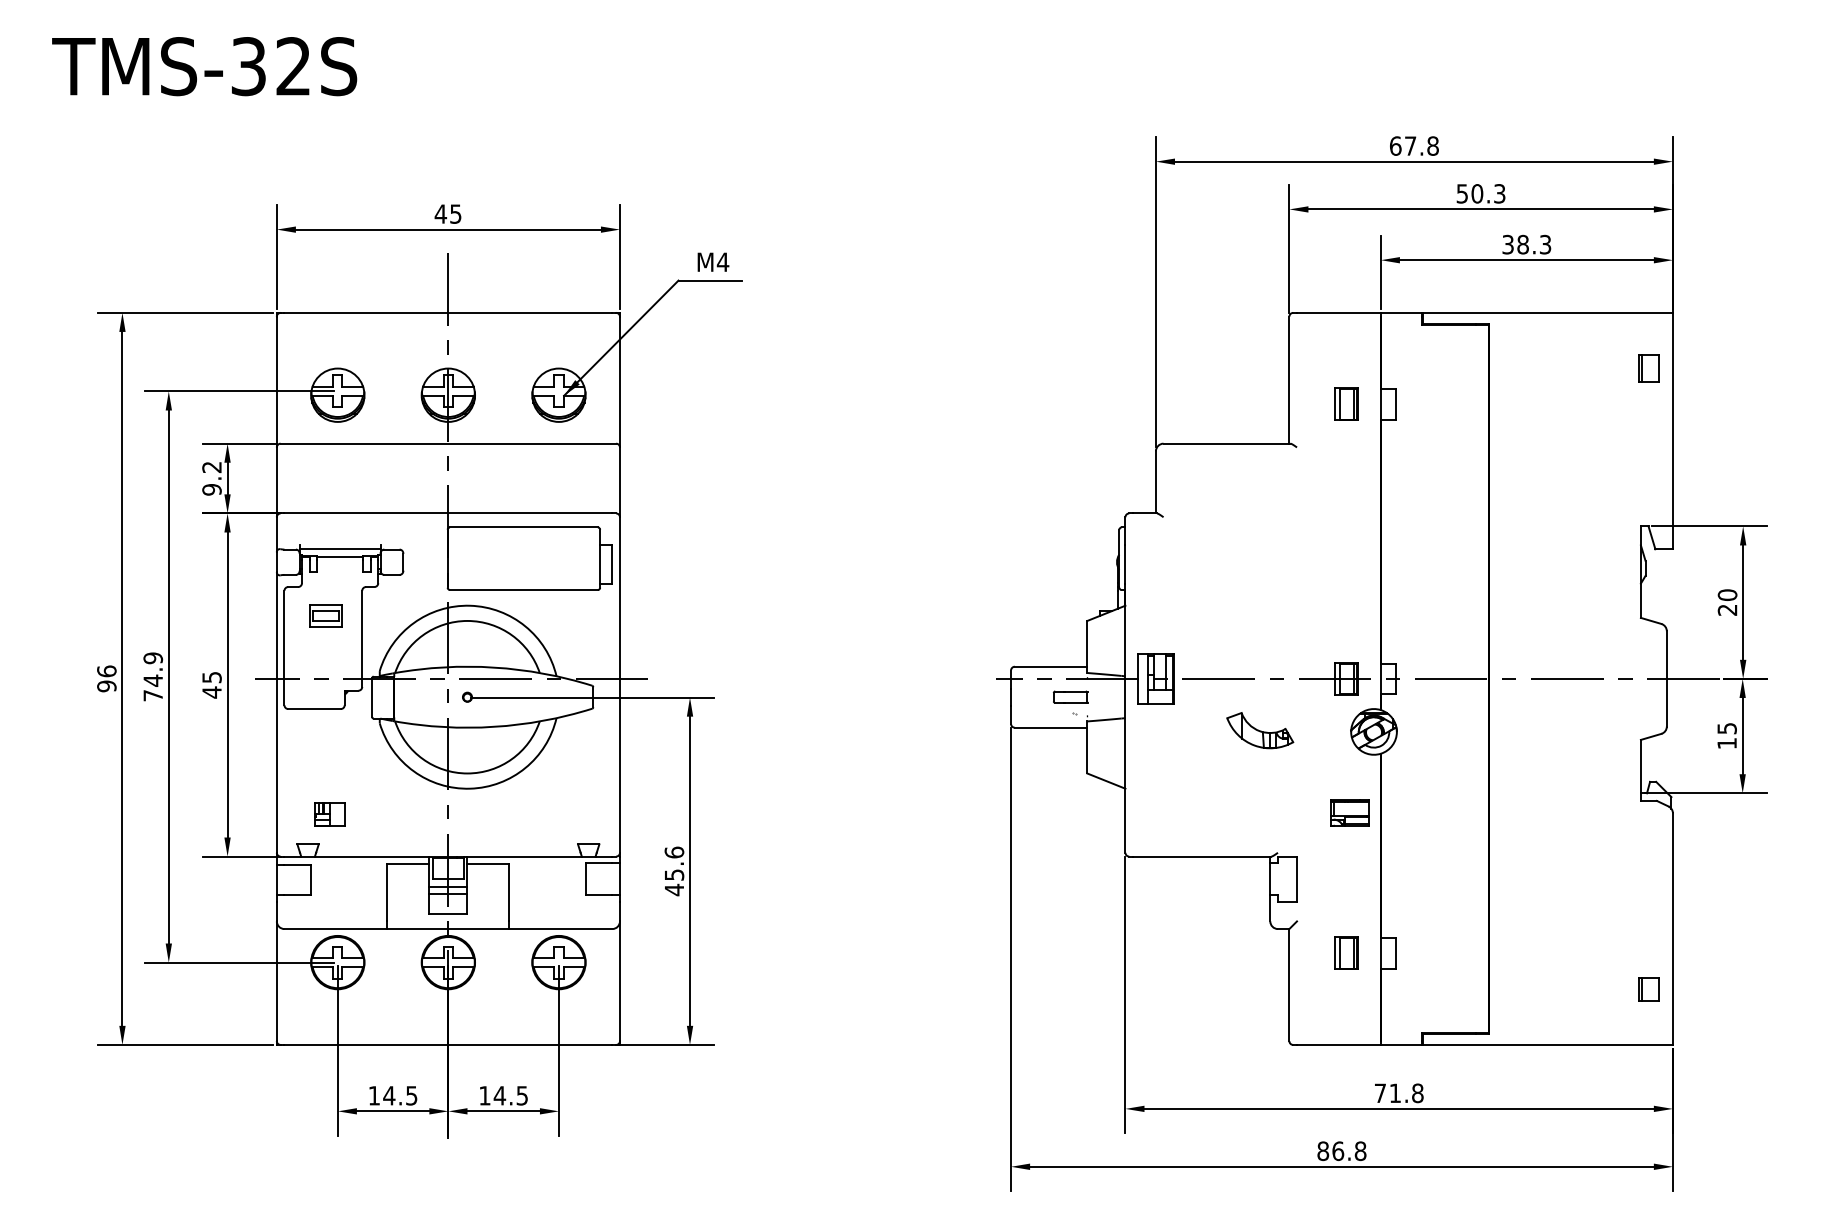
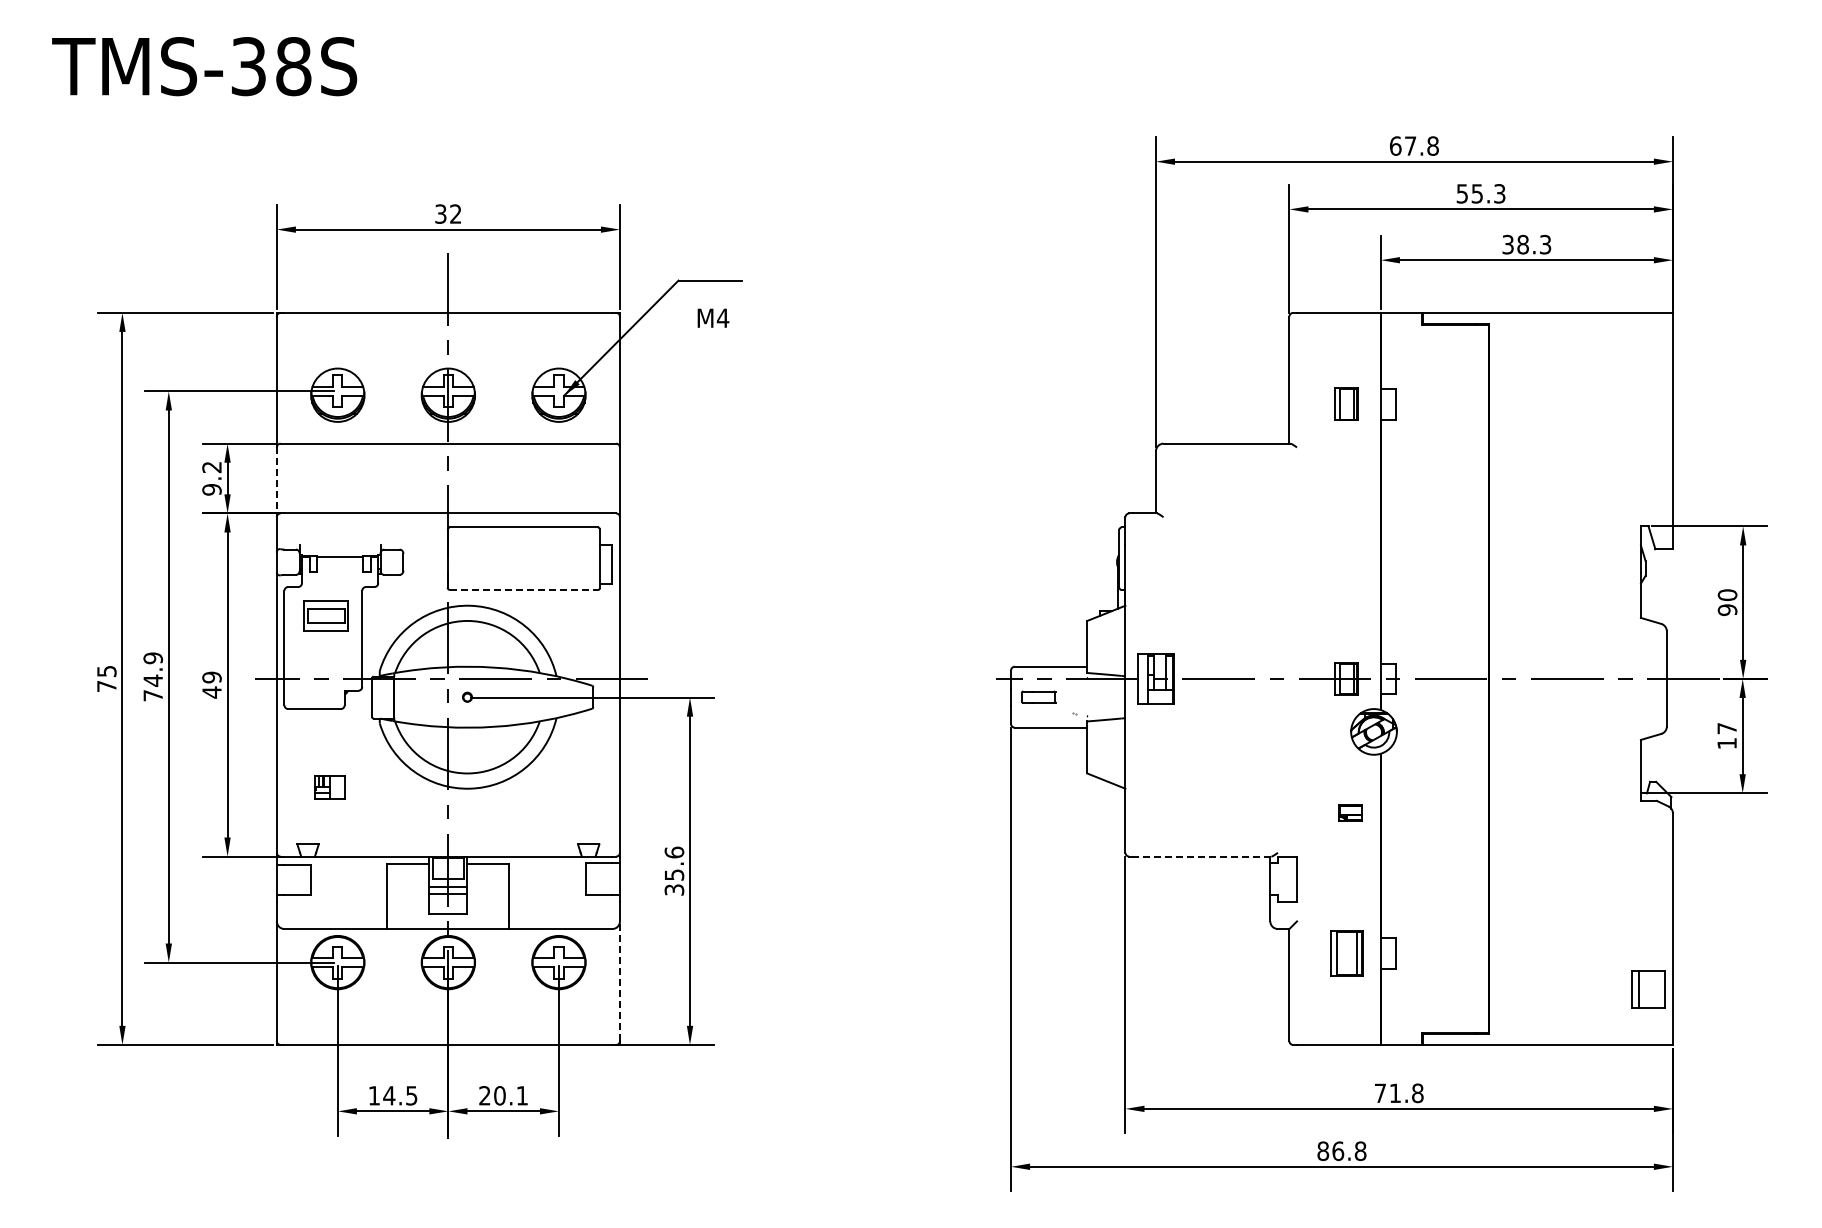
text at (293, 66): TMS-32S -> TMS-38S
text at (1477, 193): 50.3 -> 55.3
text at (447, 213): 45 -> 32
text at (713, 261) position: (713, 261) -> (713, 317)
part at (1648, 368): present -> none
line at (276, 482): solid -> dashed
line at (339, 548): present -> none
line at (523, 590): solid -> dashed
text at (1727, 610): 20 -> 90
part at (325, 615) size: 34x24 px -> 46x32 px
text at (211, 677): 45 -> 49
text at (106, 678): 96 -> 75
part at (1070, 696) position: (1070, 696) -> (1038, 696)
text at (1726, 728): 15 -> 17
part at (1260, 730): present -> none
part at (1349, 812) size: 40x28 px -> 25x18 px
part at (329, 814) position: (329, 814) -> (329, 787)
line at (1201, 856): solid -> dashed
text at (674, 889): 45.6 -> 35.6
part at (1346, 952) size: 25x34 px -> 34x47 px
line at (619, 981): solid -> dashed
part at (1648, 989) size: 22x25 px -> 35x39 px
text at (503, 1095): 14.5 -> 20.1
